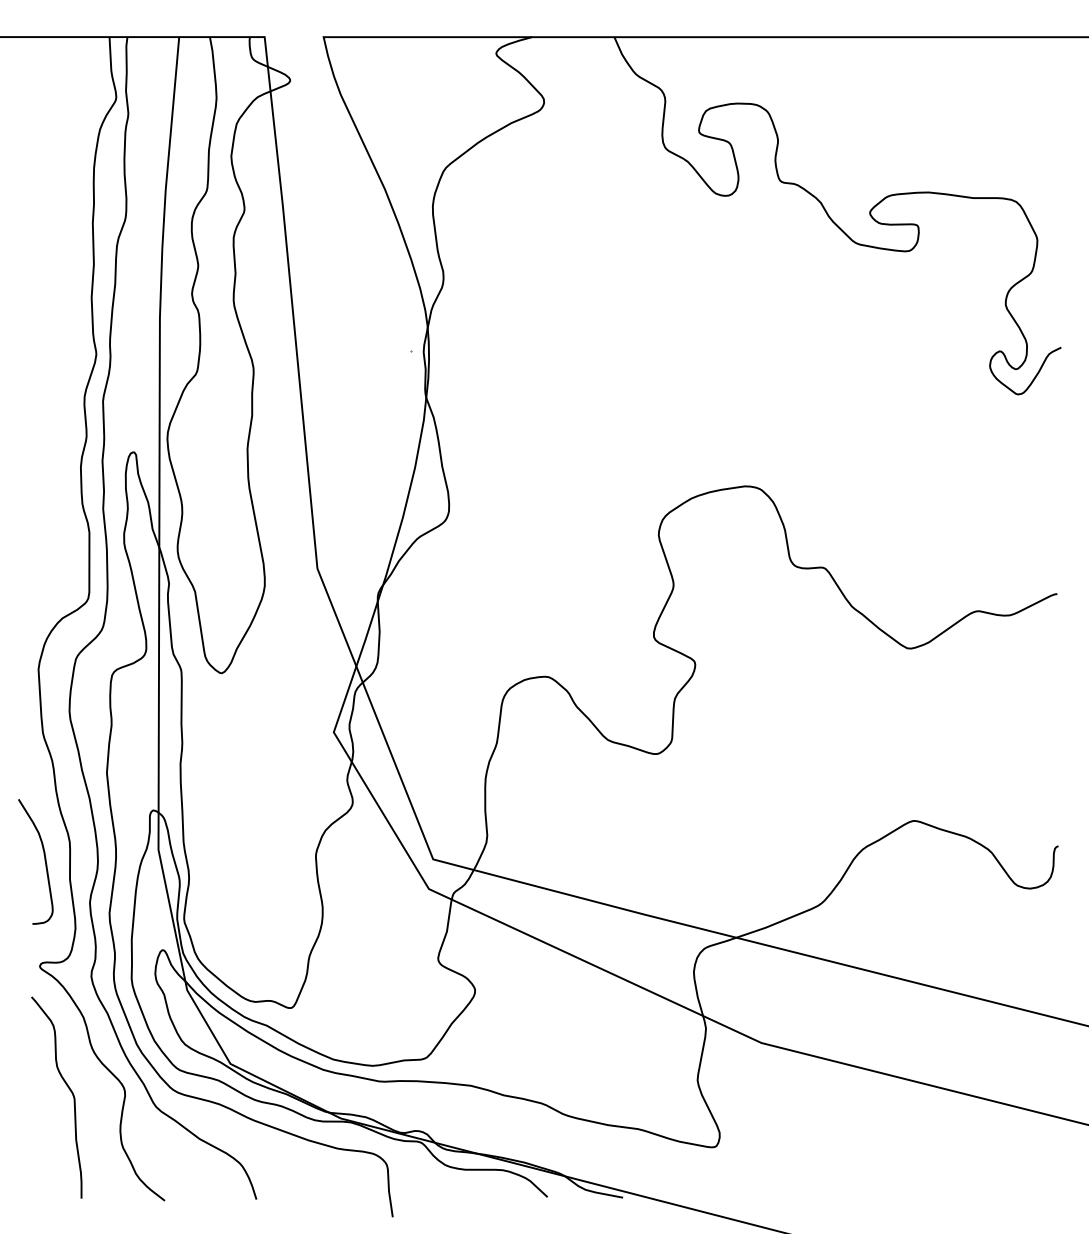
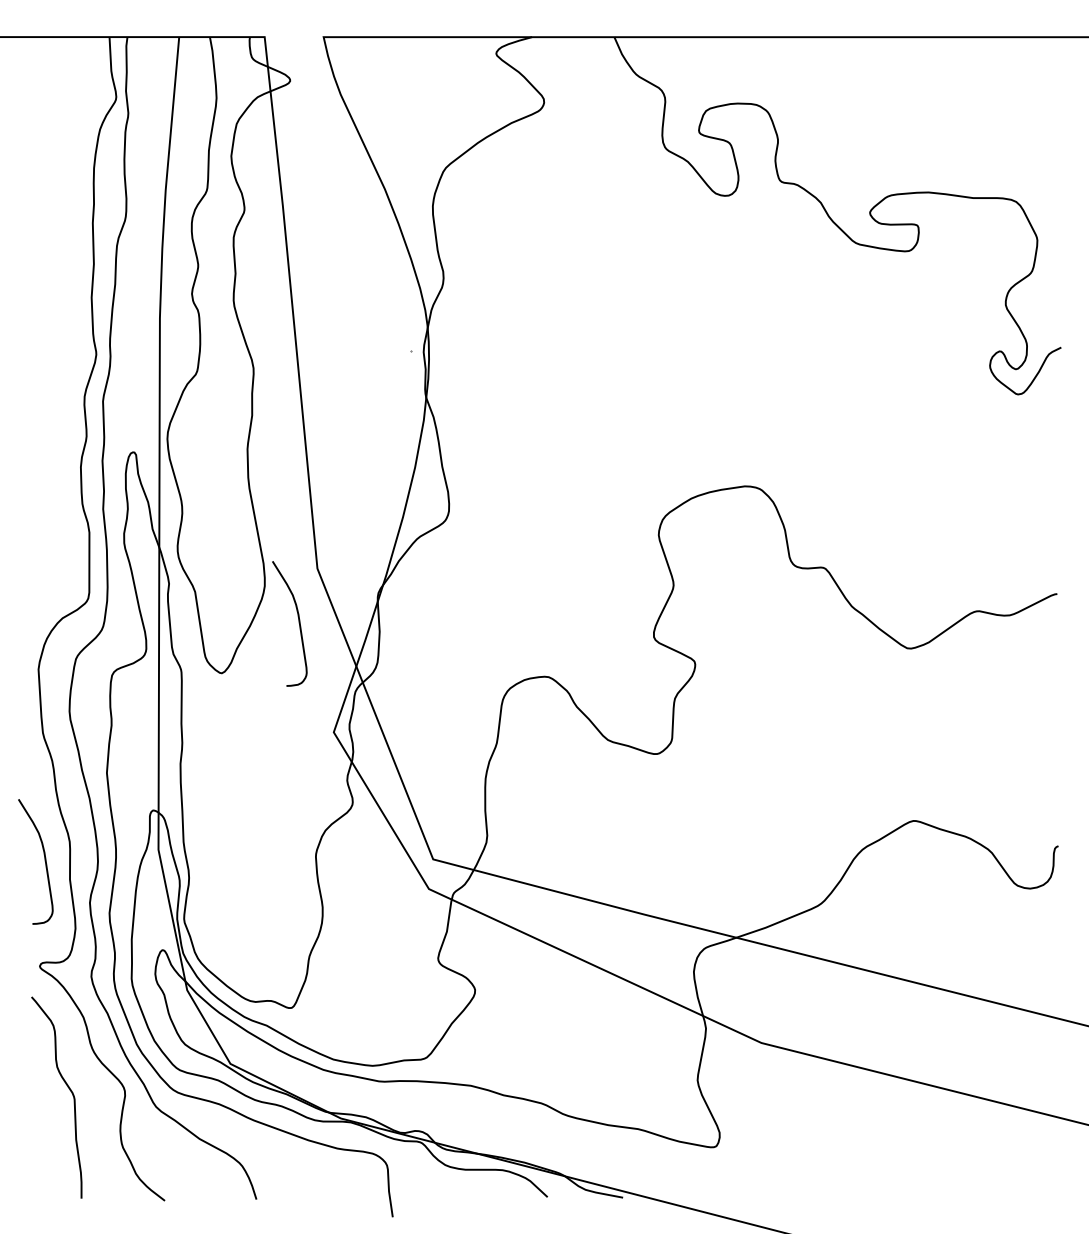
curve at (298, 623): none -> present
